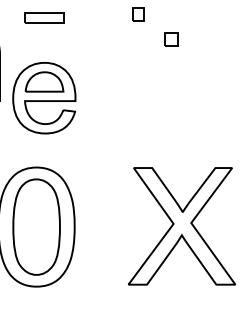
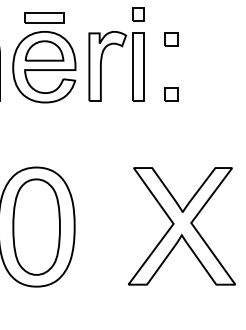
part at (101, 66): none -> present
part at (171, 94): none -> present
part at (44, 98) position: (44, 98) -> (44, 67)
